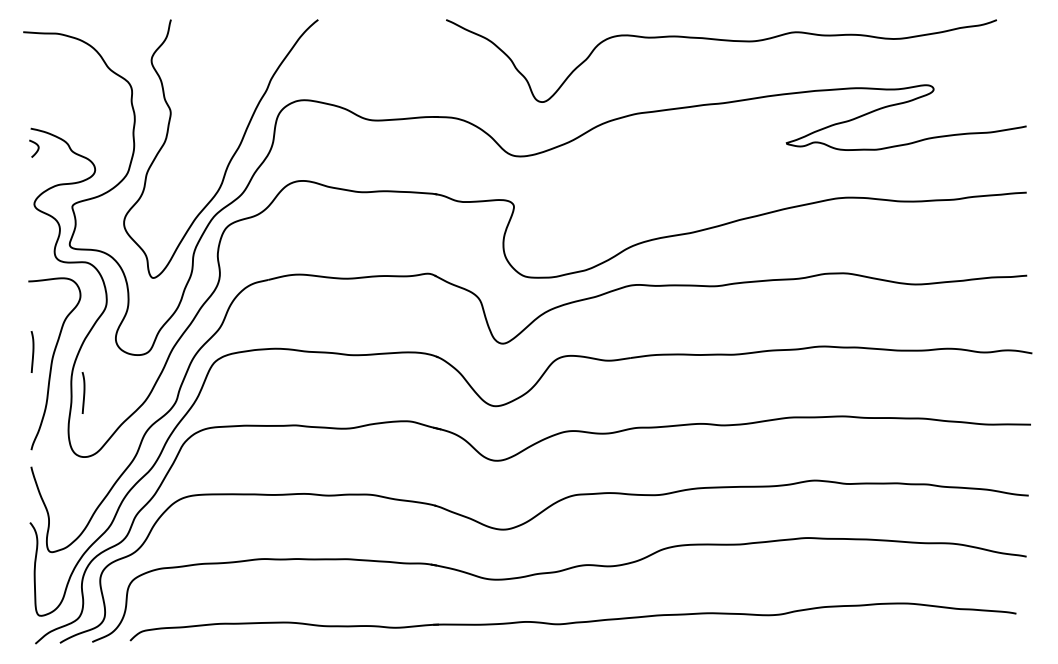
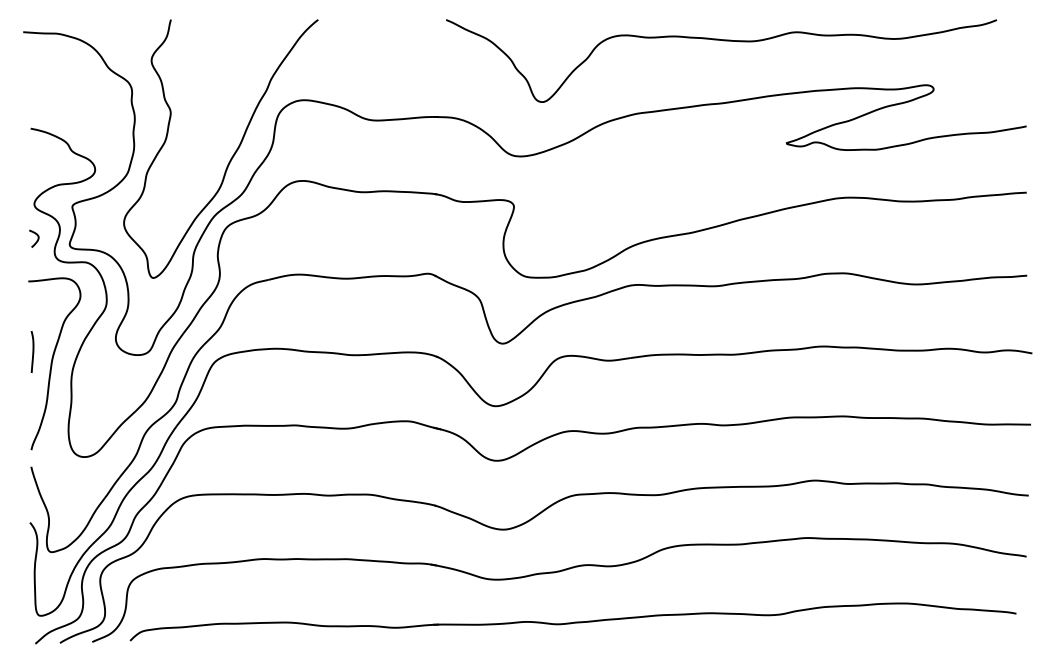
curve at (36, 150) position: (36, 150) -> (36, 240)
curve at (83, 392): present -> none
